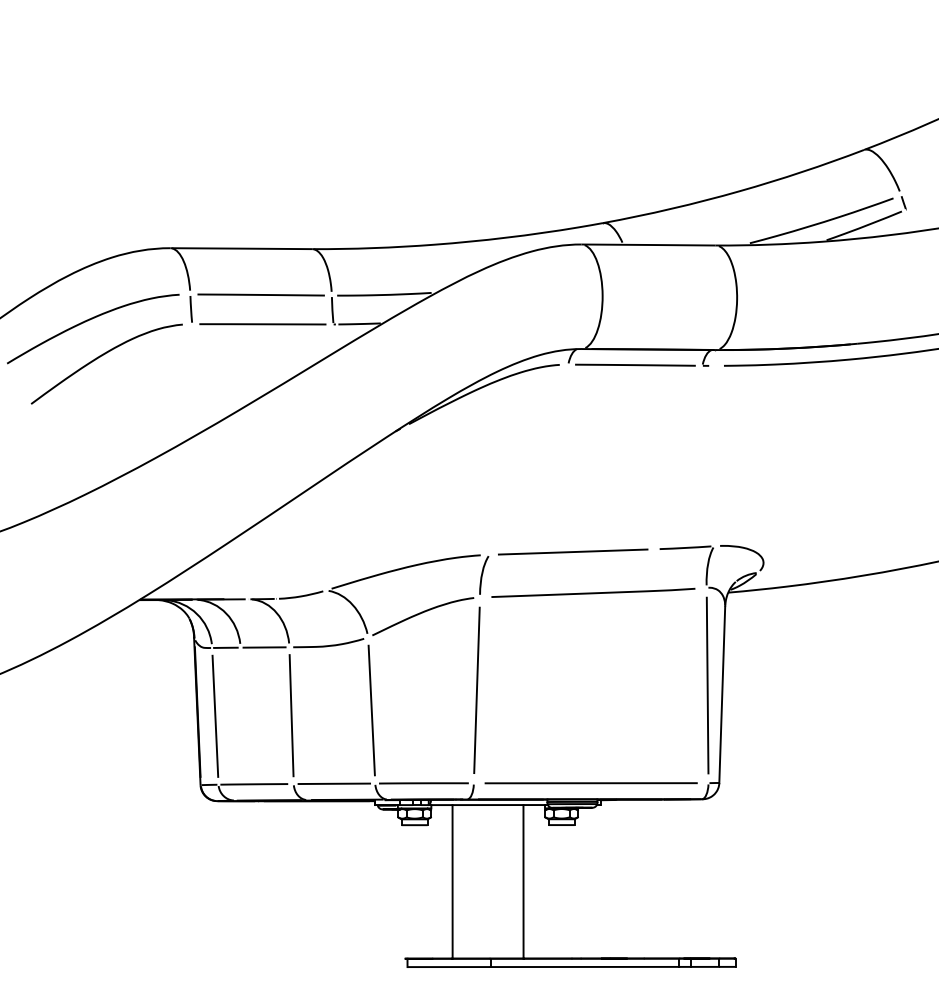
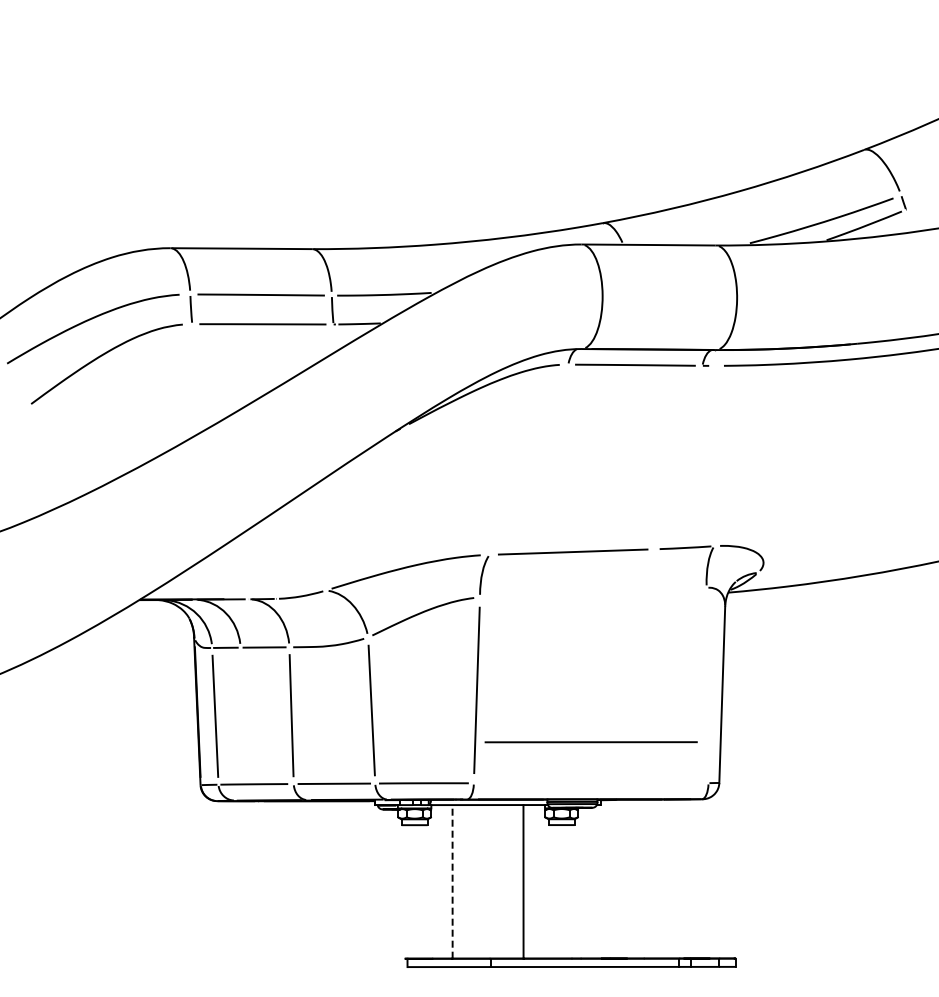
line at (593, 592): present -> none
line at (707, 685): present -> none
line at (590, 783) position: (590, 783) -> (590, 742)
line at (452, 881): solid -> dashed
